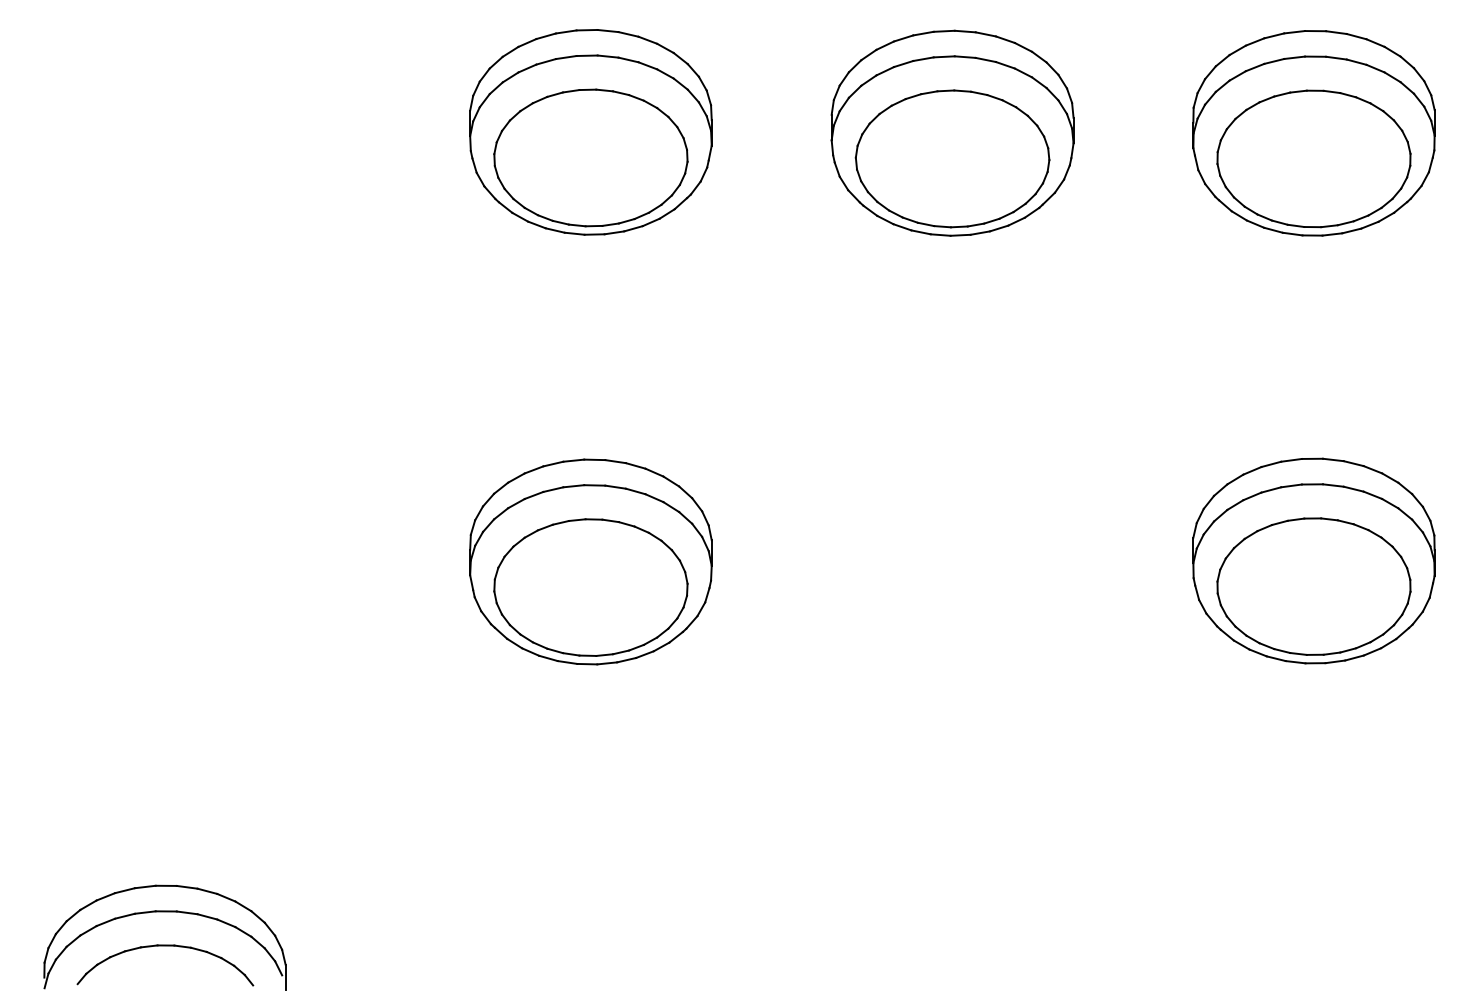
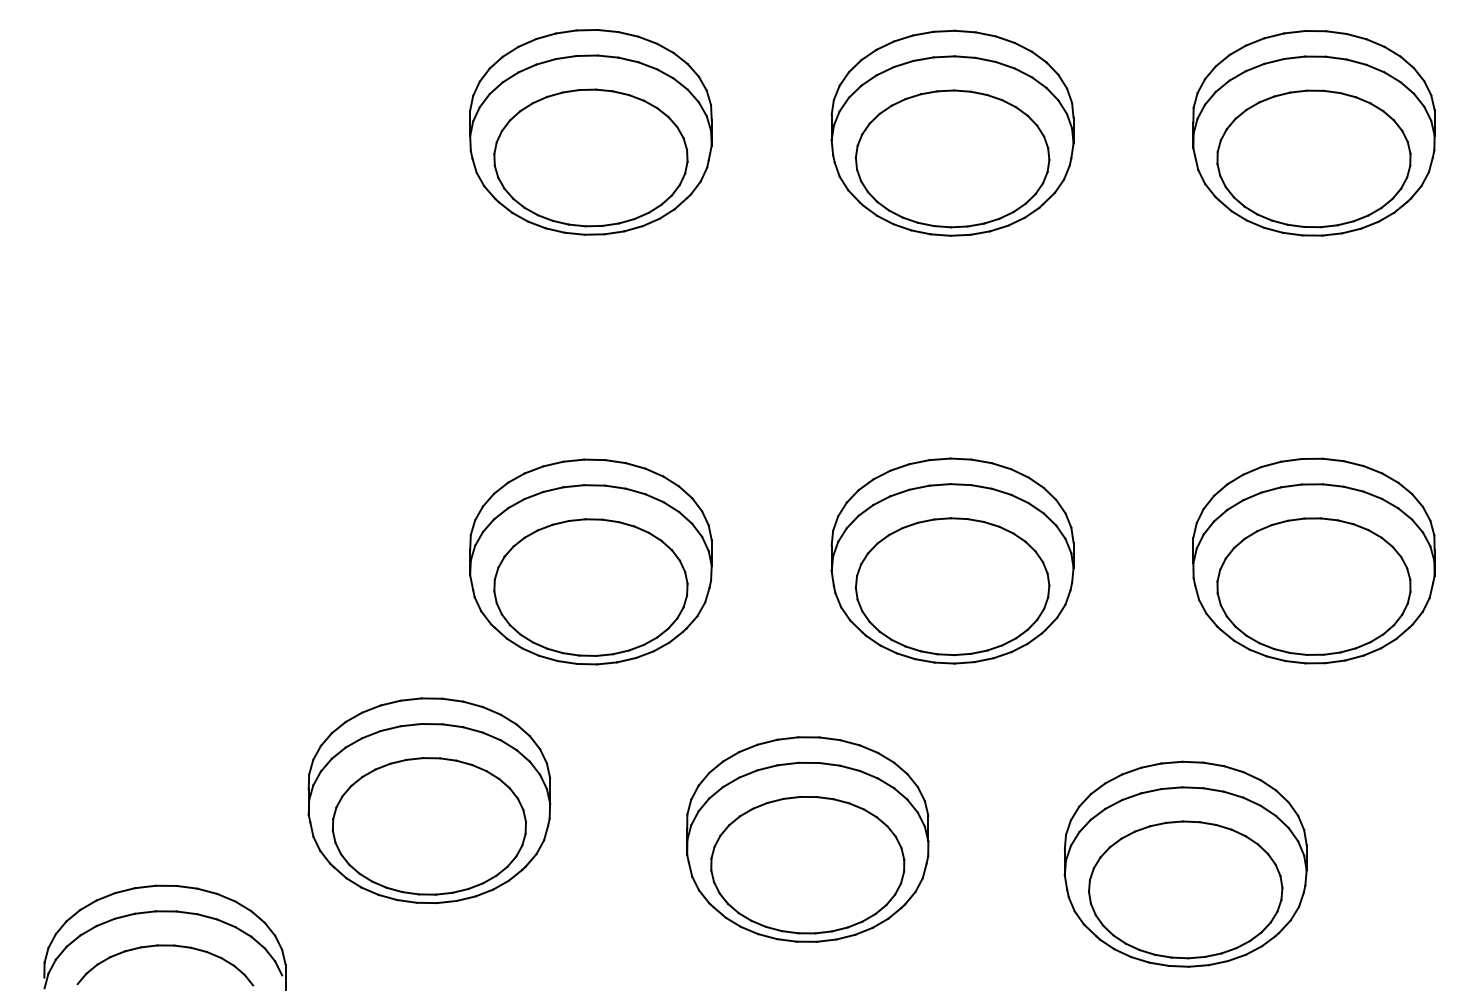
part at (952, 560): none -> present
part at (429, 800): none -> present
part at (807, 839): none -> present
part at (1185, 863): none -> present
